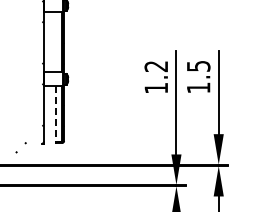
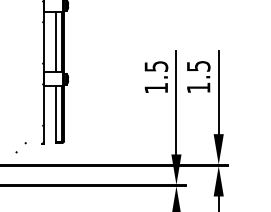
line at (56, 42): none -> present
text at (156, 66): 1.2 -> 1.5
line at (56, 113): dashed -> solid
